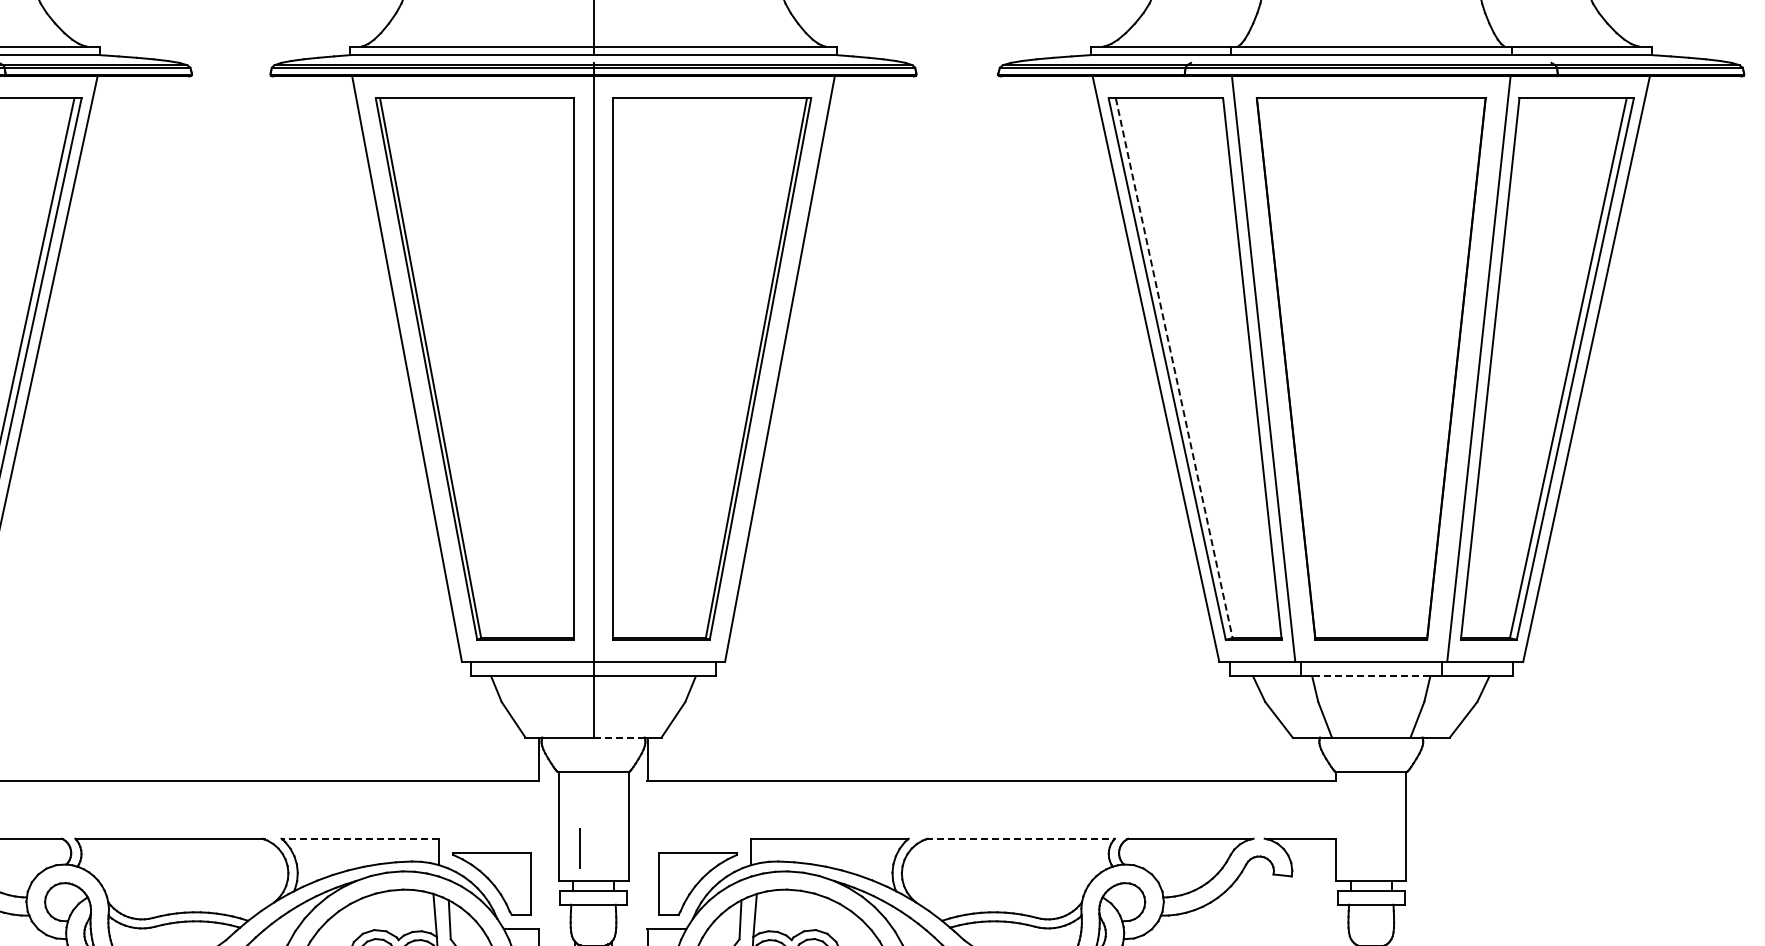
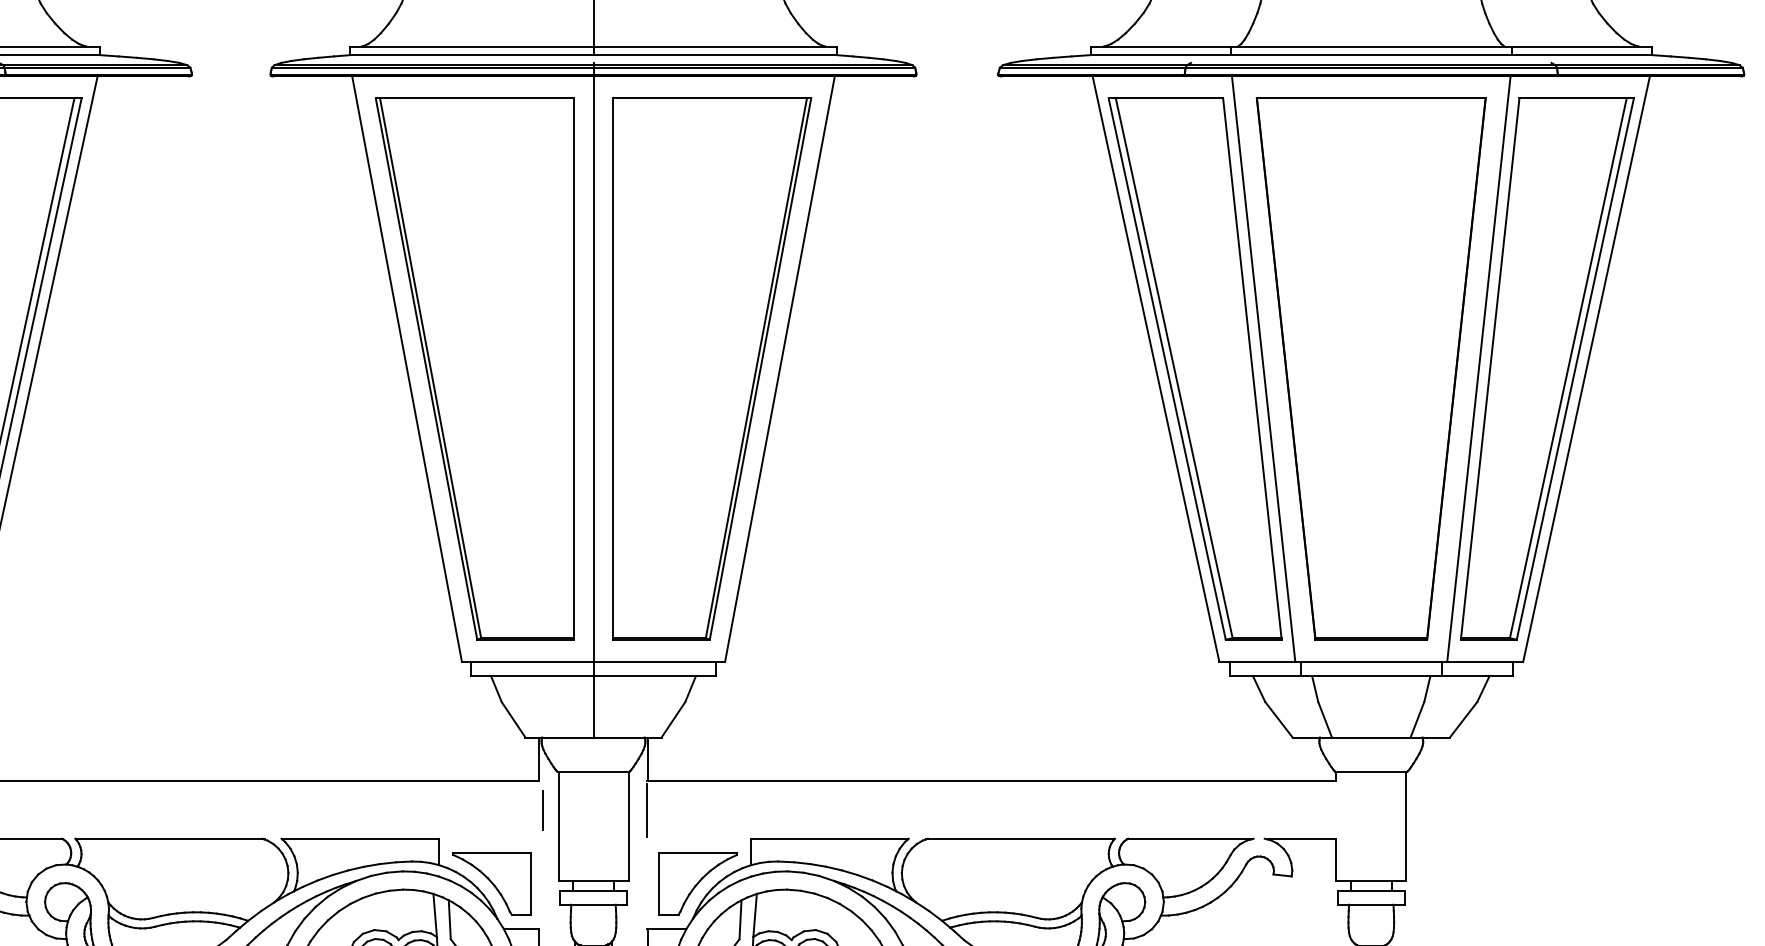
line at (1174, 368): dashed -> solid
line at (1370, 676): dashed -> solid
line at (619, 737): dashed -> solid
line at (646, 810): none -> present
line at (360, 839): dashed -> solid
line at (1020, 839): dashed -> solid
line at (579, 848) position: (579, 848) -> (542, 810)
